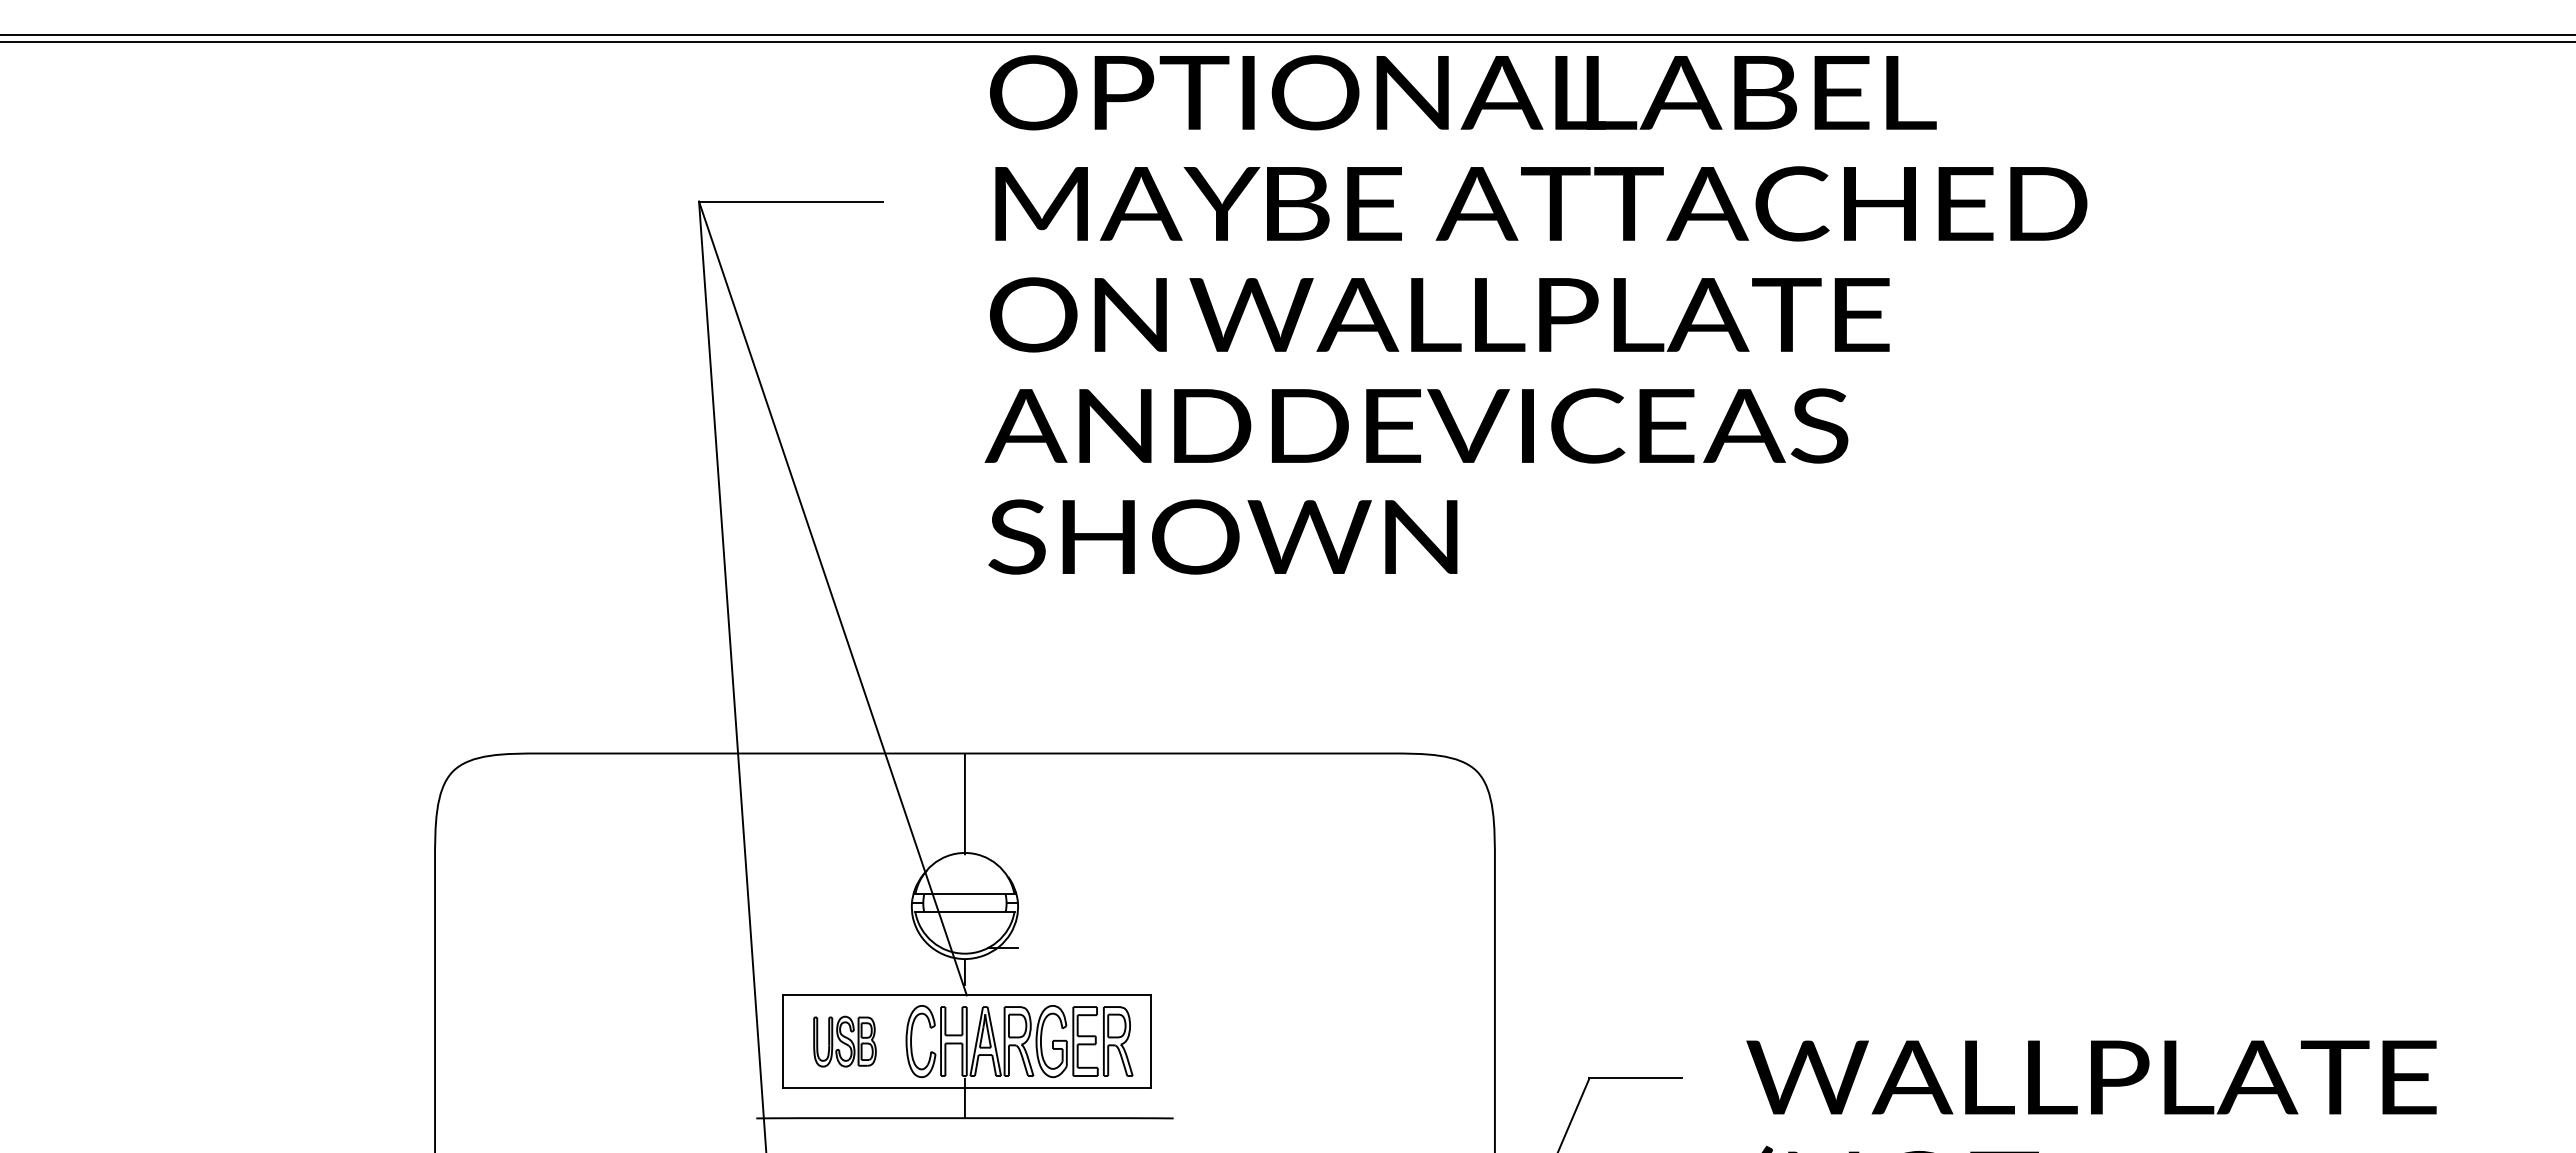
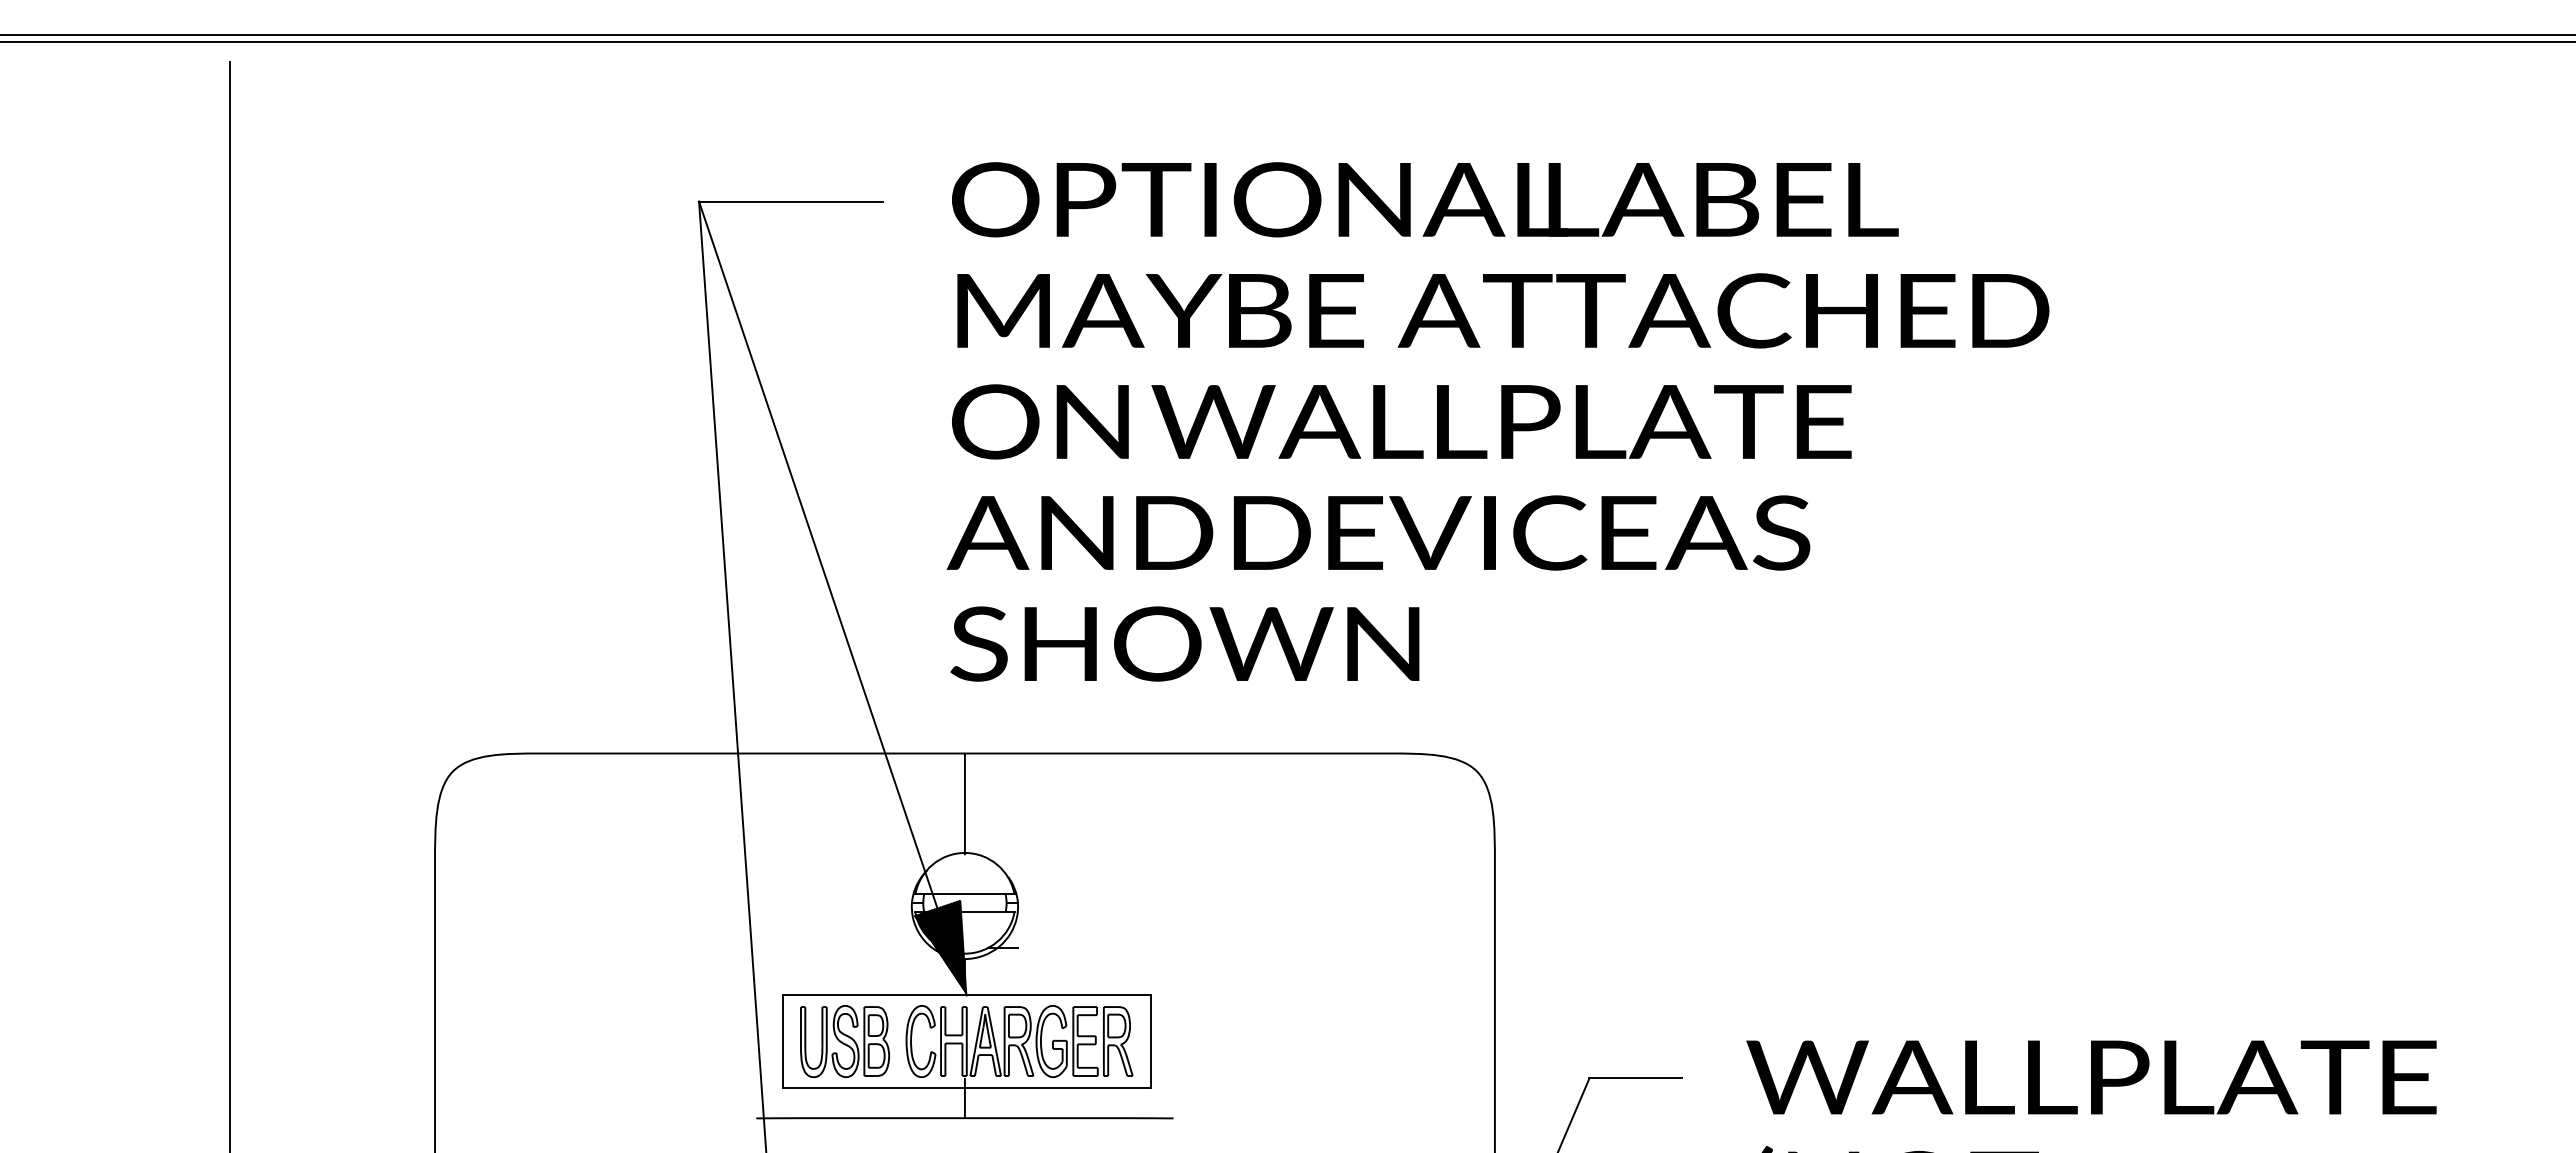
text at (1535, 314) position: (1535, 314) -> (1497, 421)
line at (230, 605): none -> present
hatch at (940, 947): none -> present
part at (844, 1041) size: 64x53 px -> 90x74 px
